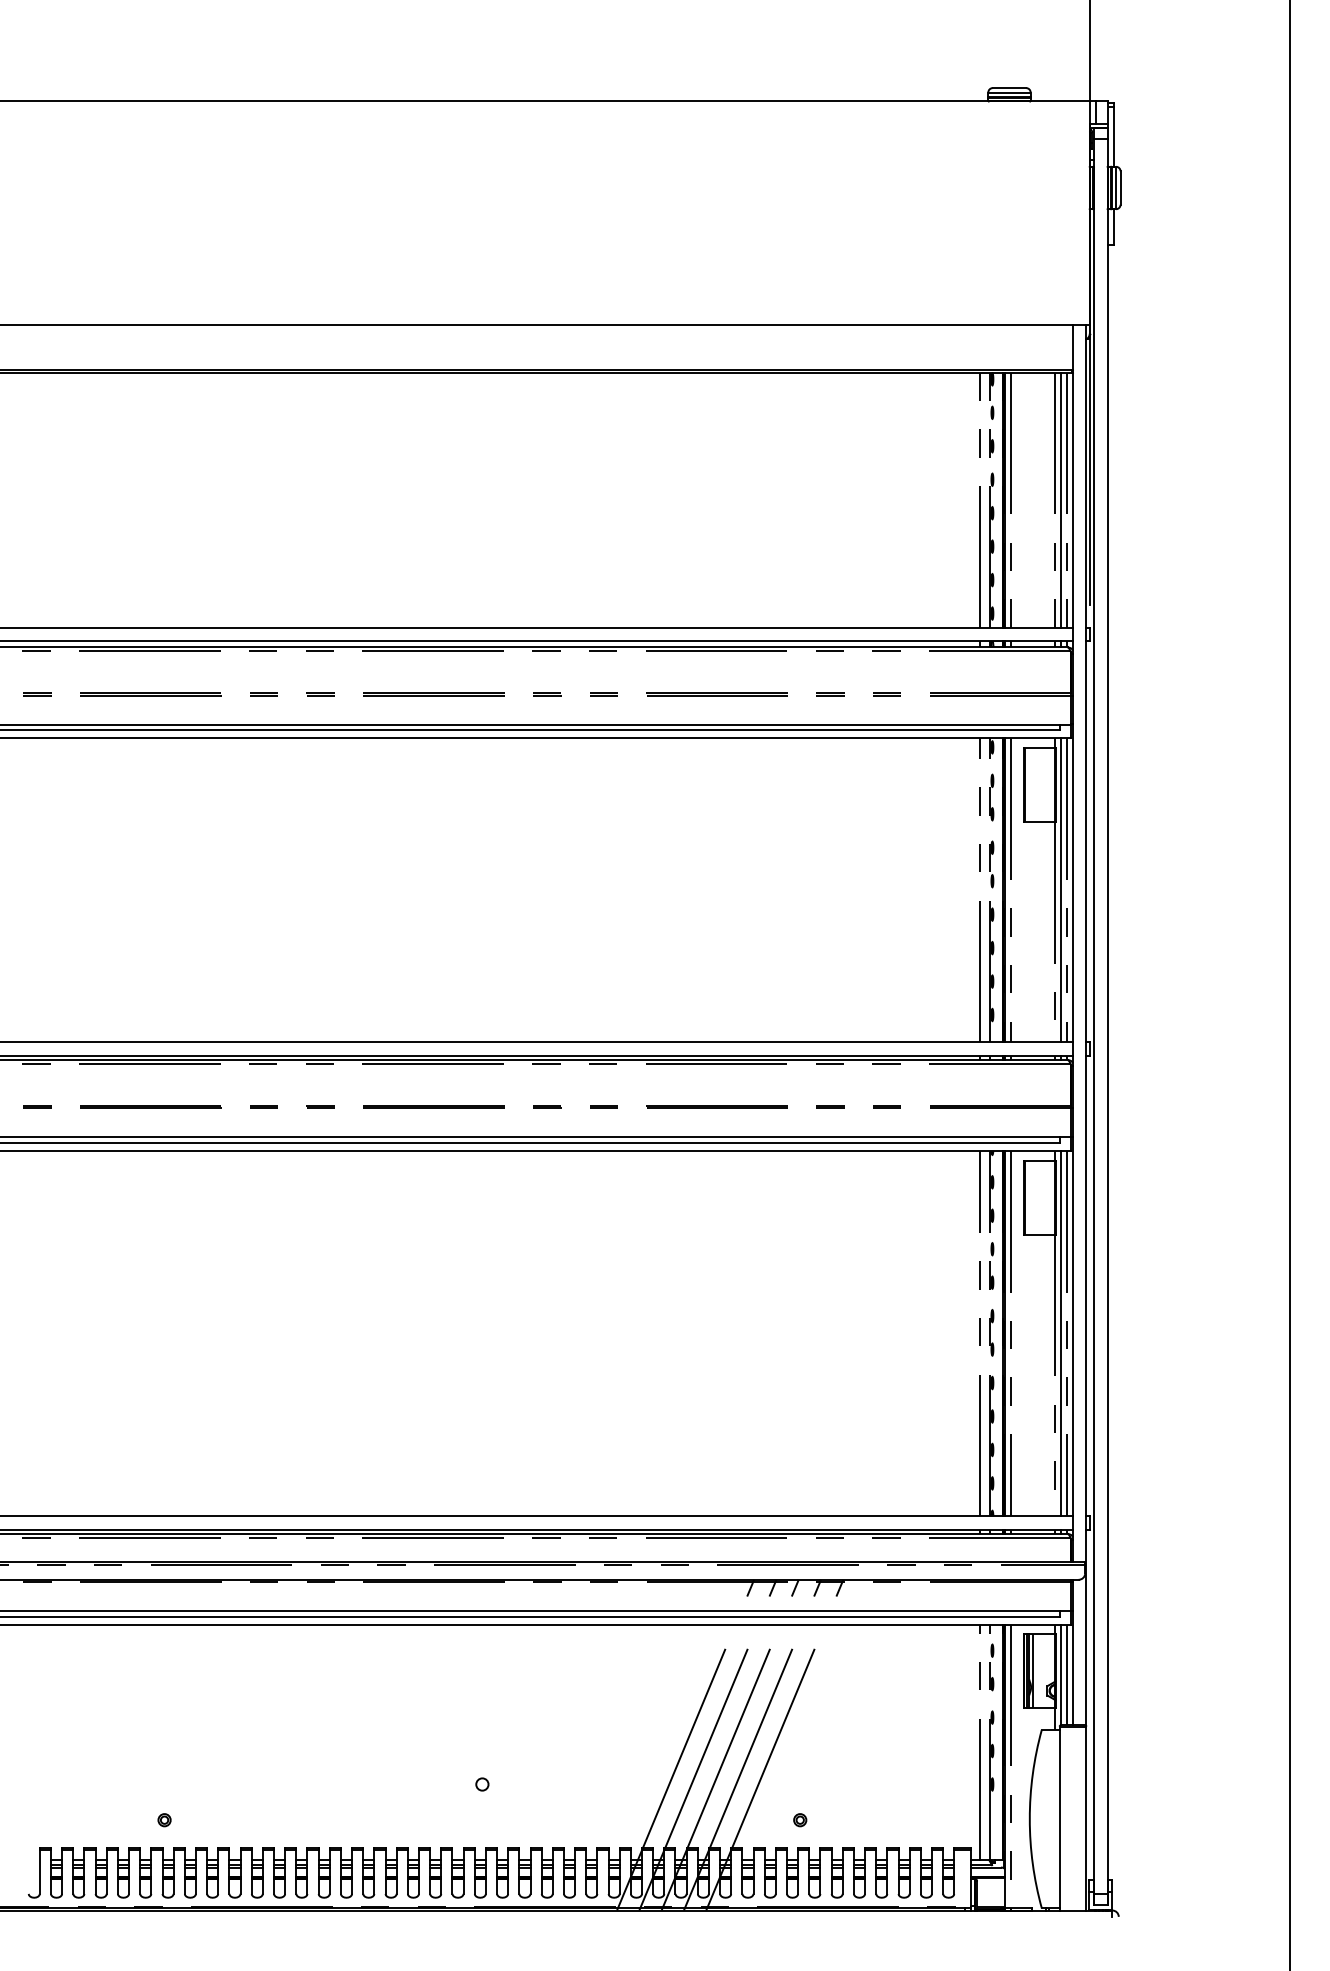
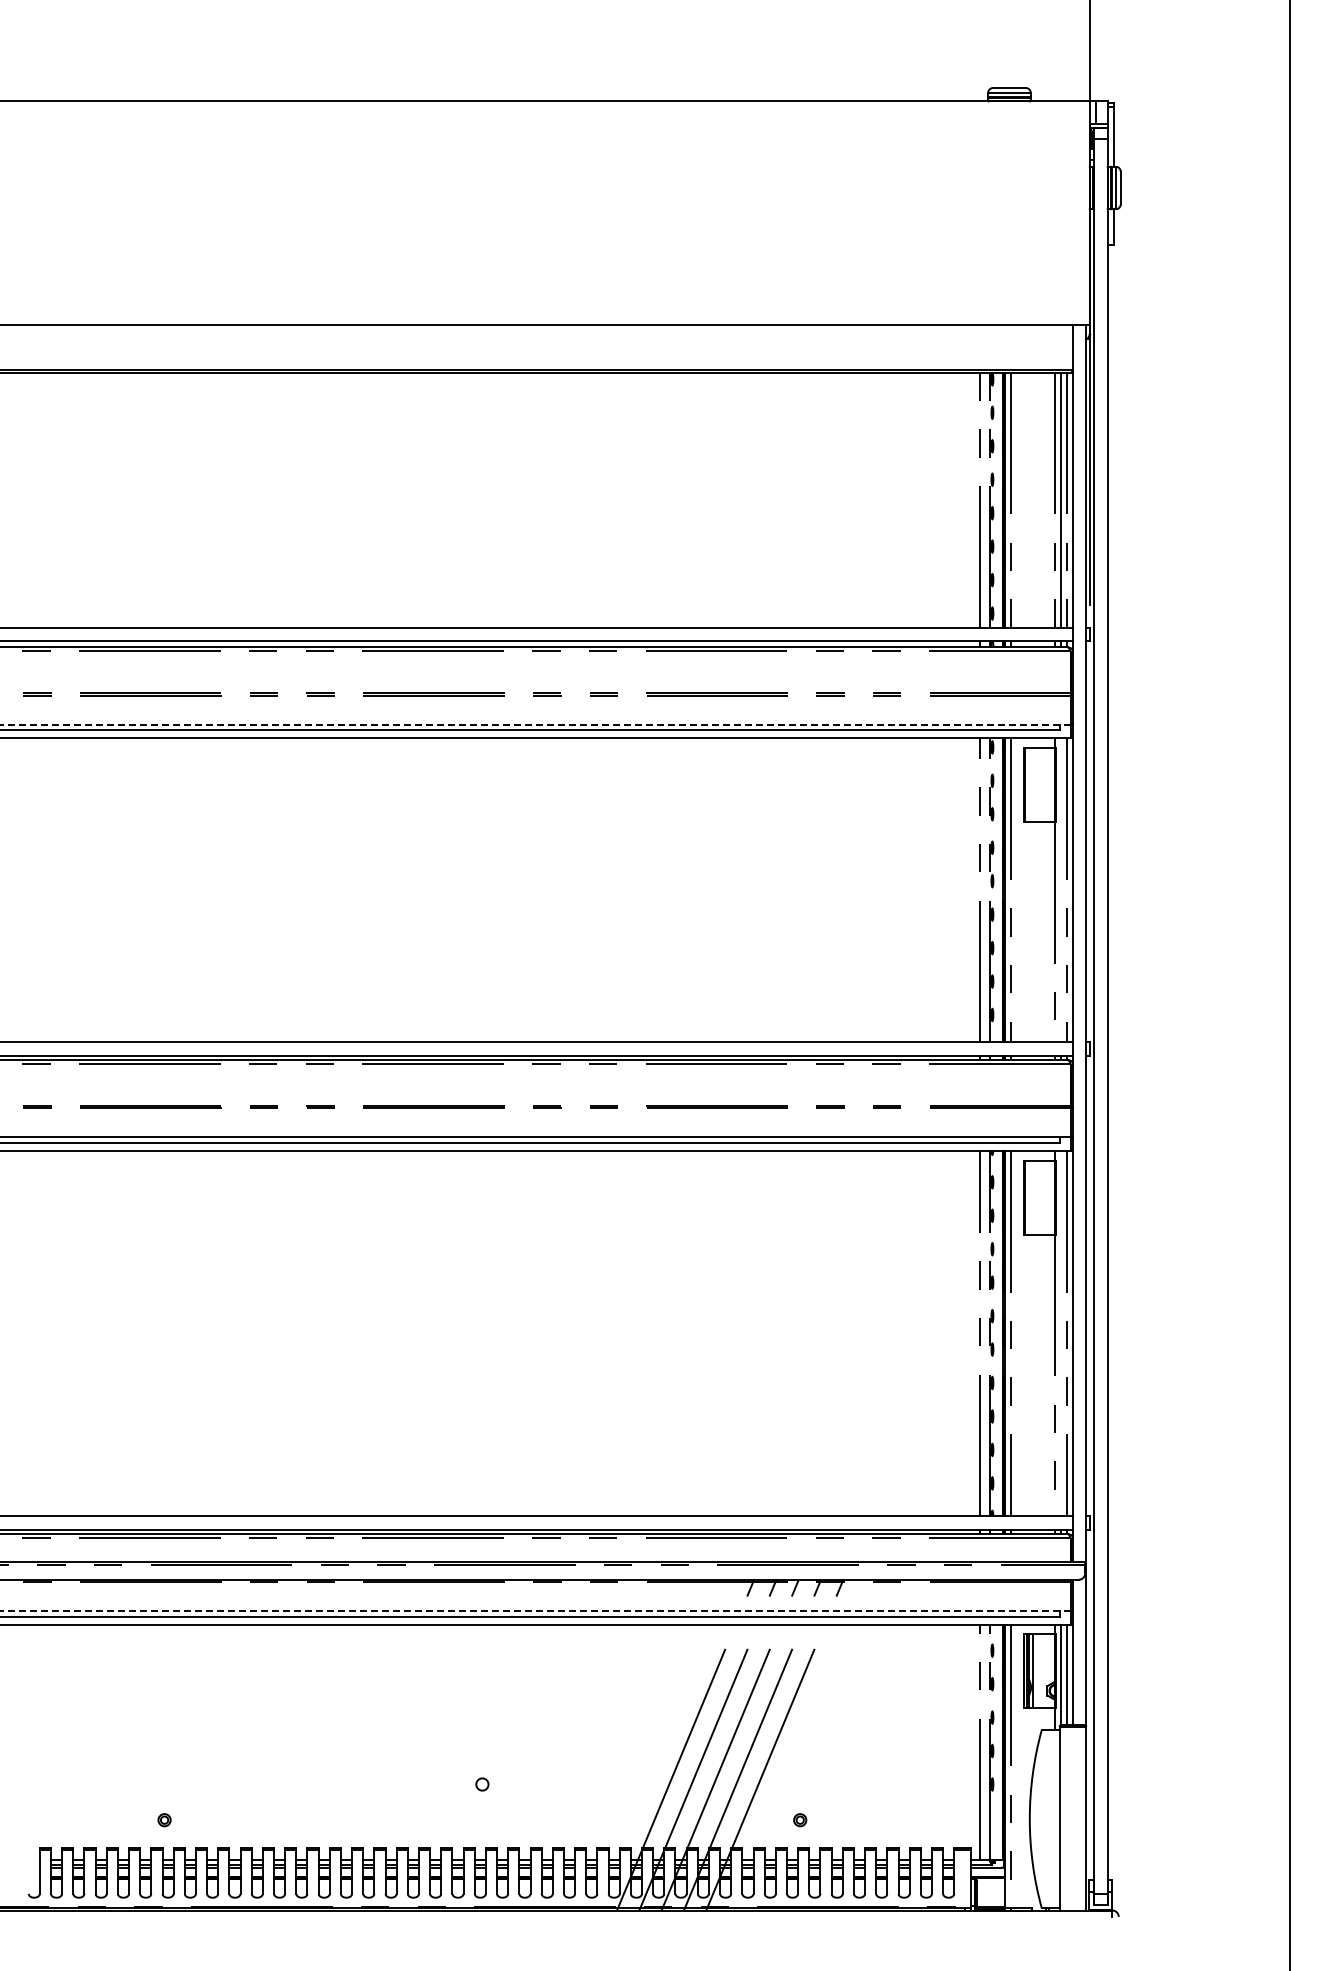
line at (535, 724): solid -> dashed
line at (1060, 890): present -> none
line at (1060, 1333): present -> none
line at (535, 1611): solid -> dashed
